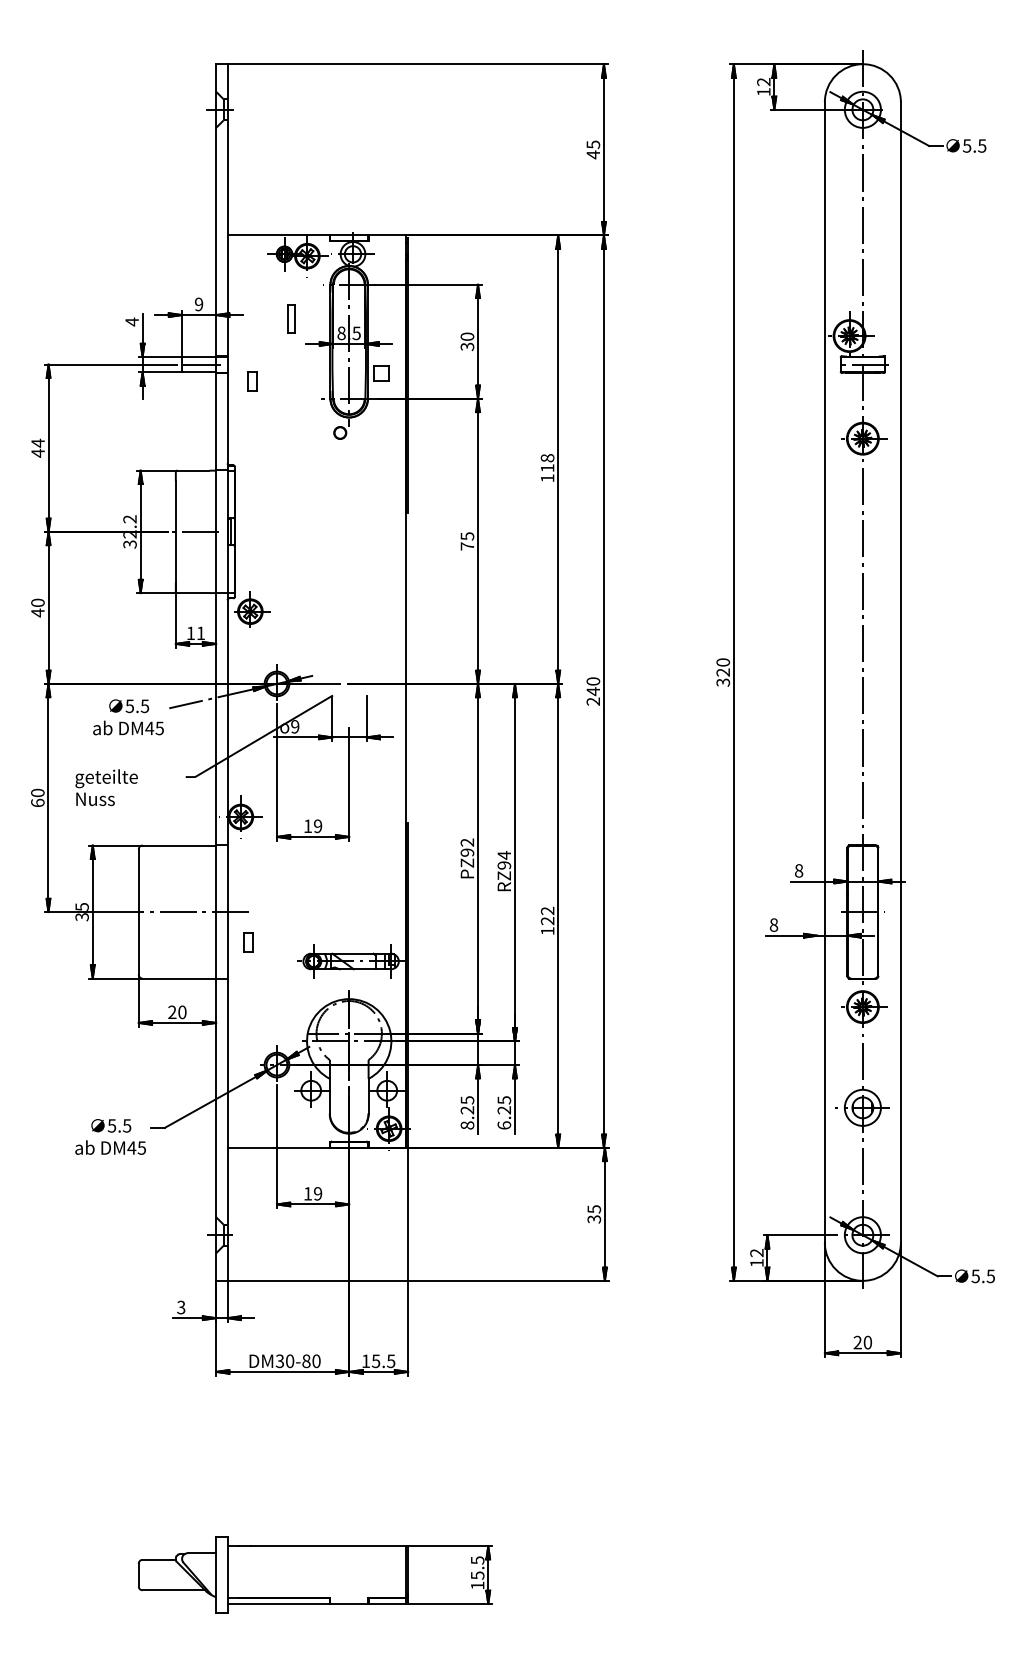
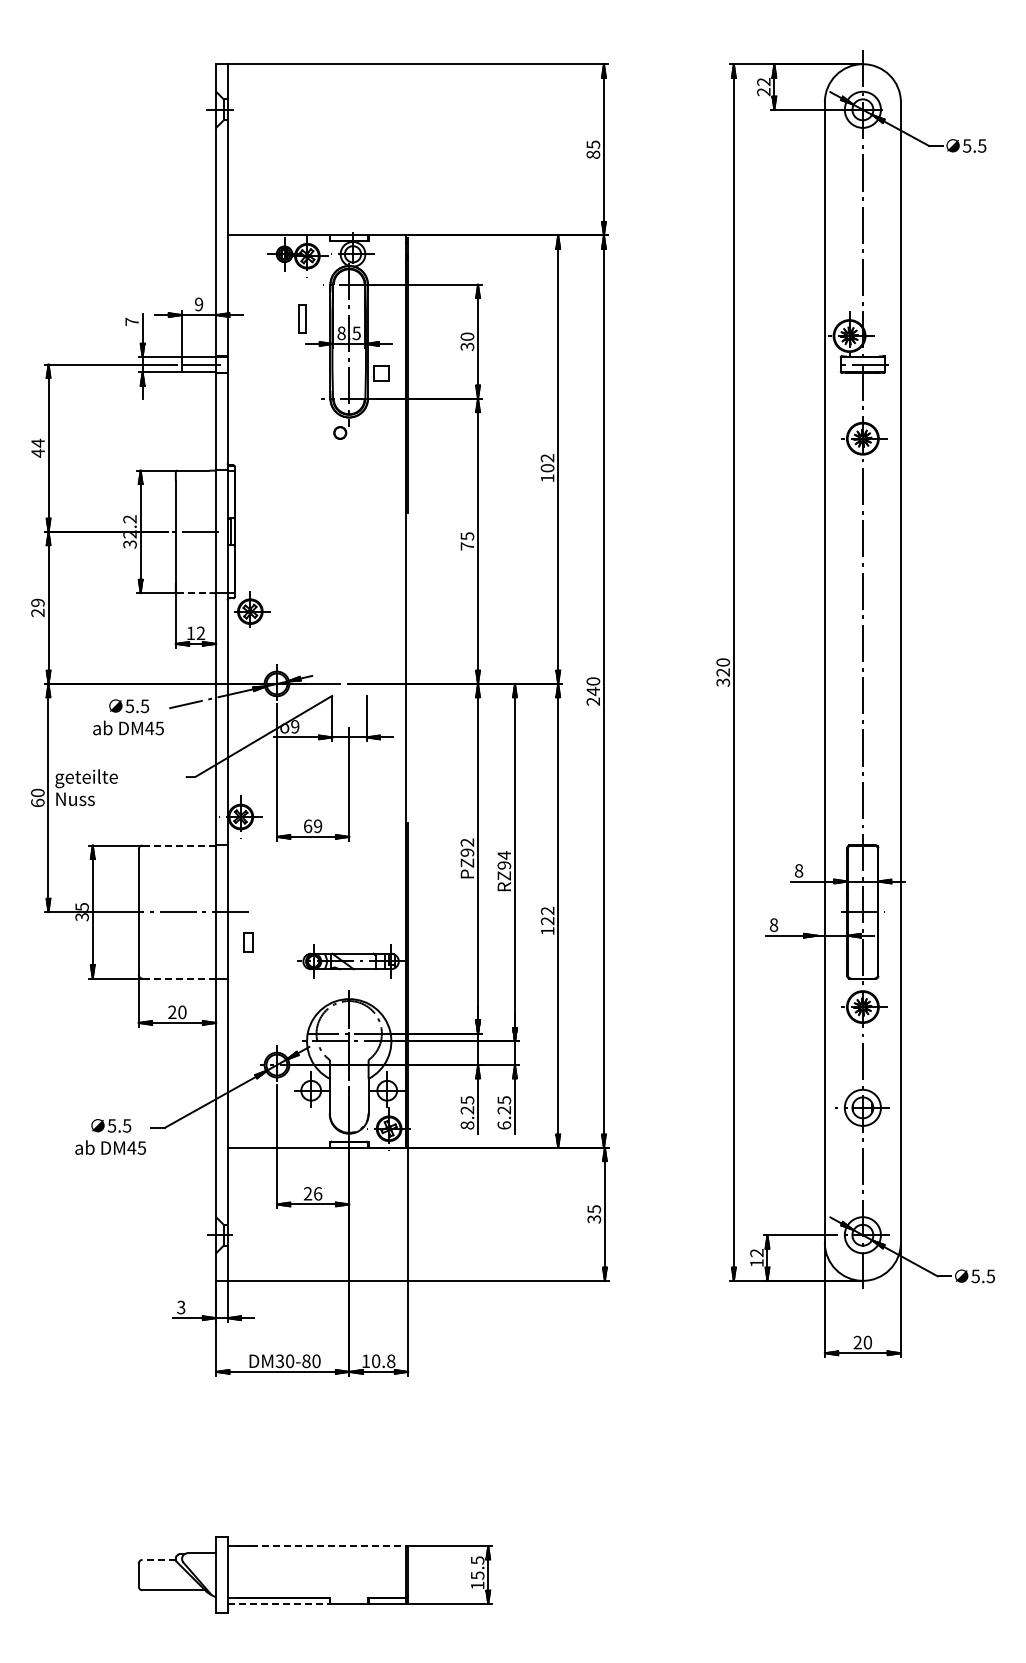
text at (763, 92): 12 -> 22
text at (593, 154): 45 -> 85
part at (291, 318) position: (291, 318) -> (302, 318)
text at (131, 321): 4 -> 7
part at (252, 381): present -> none
text at (547, 463): 118 -> 102
line at (193, 593): solid -> dashed
text at (37, 607): 40 -> 29
text at (200, 632): 11 -> 12
text at (106, 787) position: (106, 787) -> (86, 787)
text at (308, 826): 19 -> 69
line at (179, 845): solid -> dashed
line at (179, 978): solid -> dashed
text at (312, 1193): 19 -> 26
text at (383, 1360): 15.5 -> 10.8
line at (328, 1546): solid -> dashed
line at (159, 1559): solid -> dashed
line at (279, 1603): solid -> dashed
